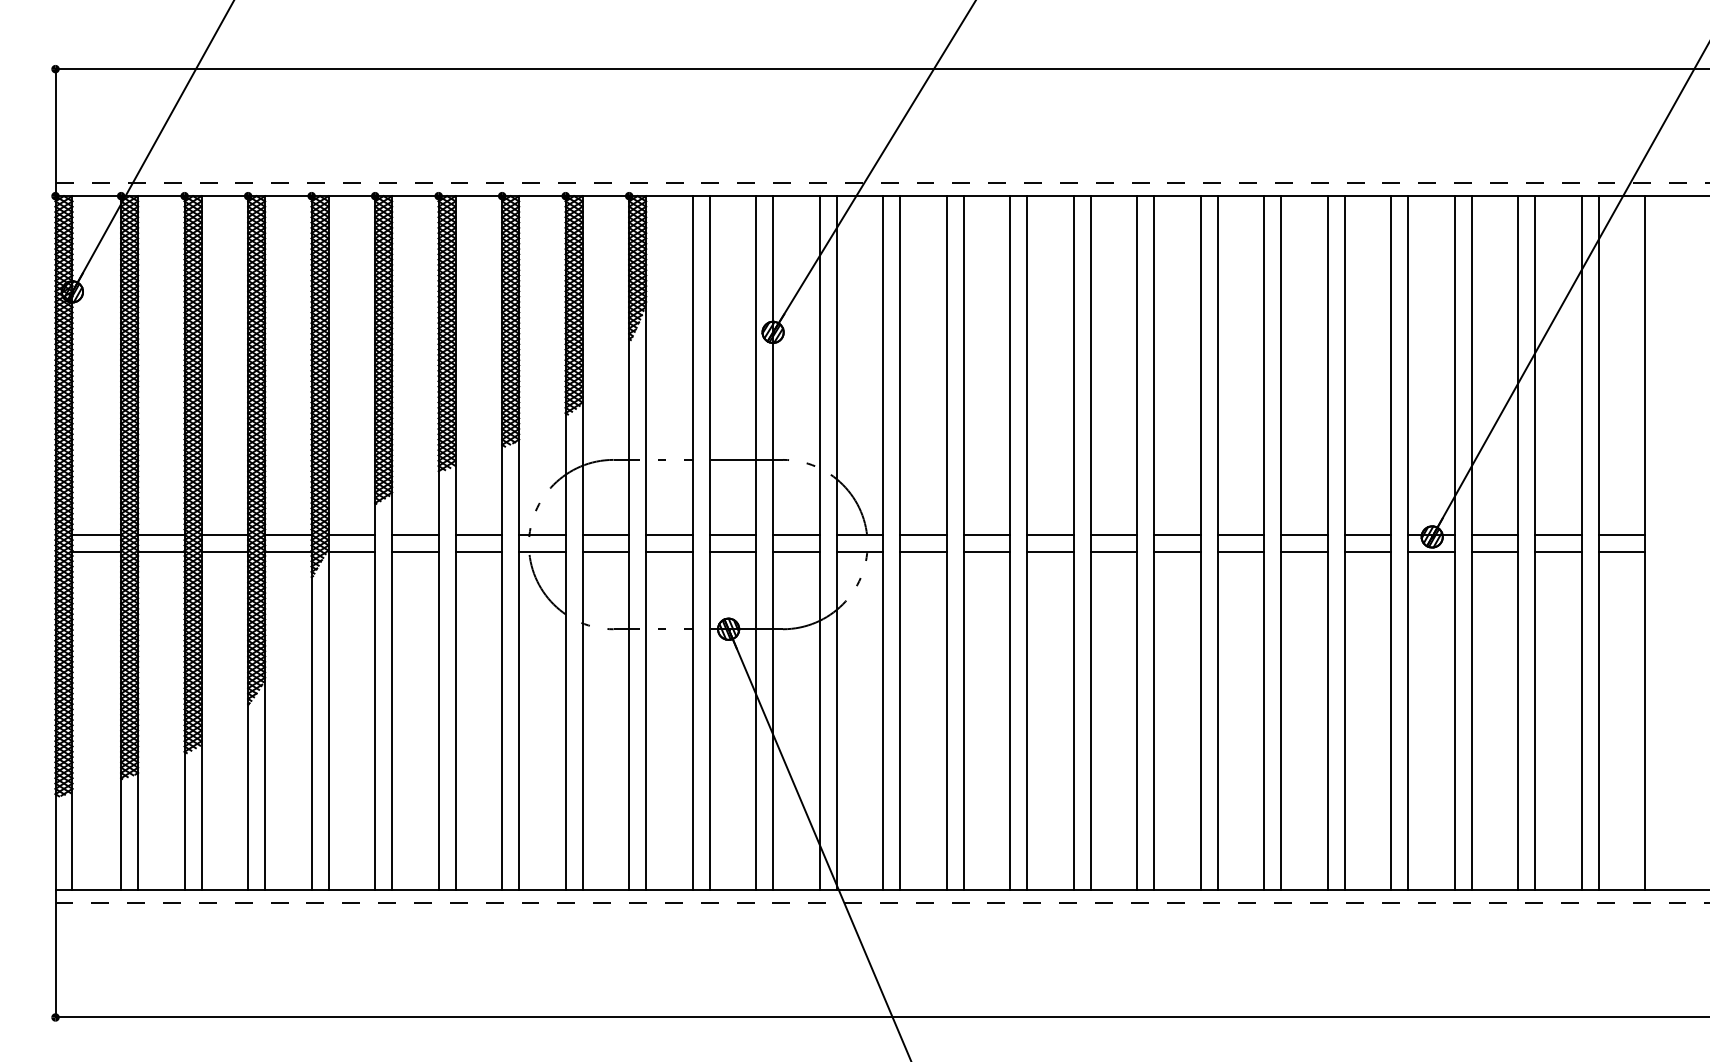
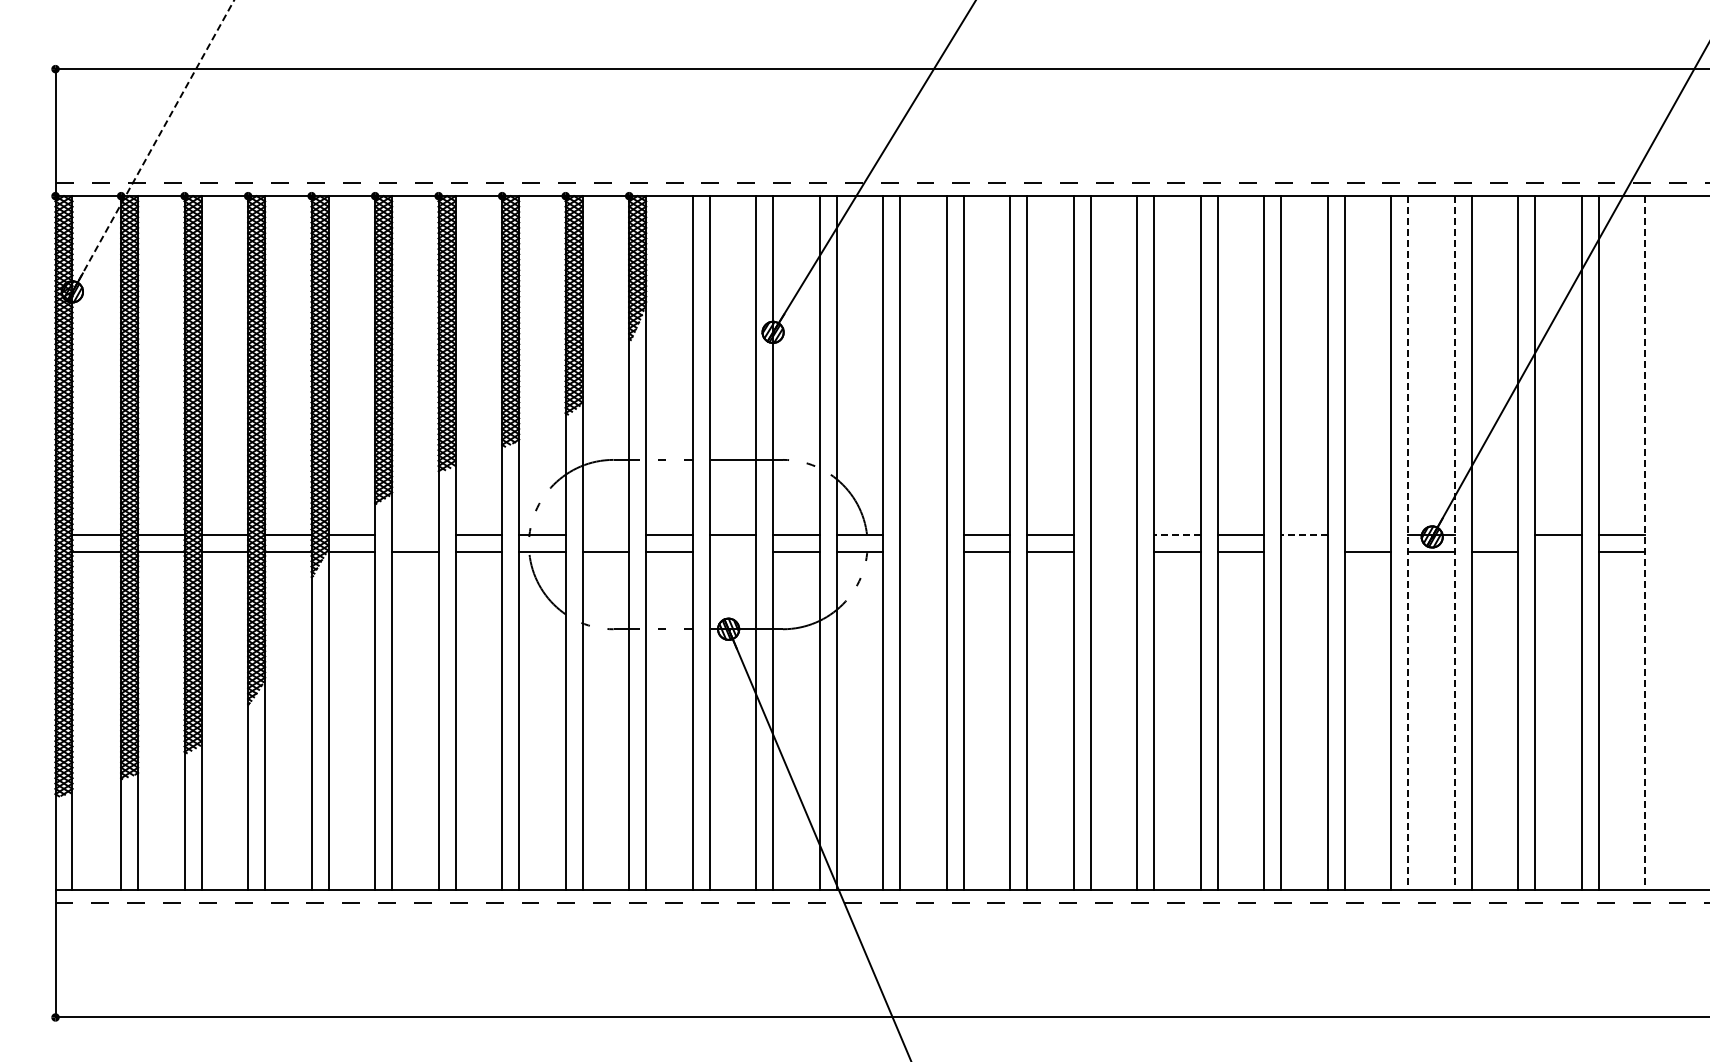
line at (154, 144): solid -> dashed
line at (415, 534): present -> none
line at (605, 534): present -> none
line at (923, 534): present -> none
line at (1113, 534): present -> none
line at (1176, 534): solid -> dashed
line at (1303, 534): solid -> dashed
line at (1367, 534): present -> none
line at (1494, 534): present -> none
line at (1408, 543): solid -> dashed
line at (1454, 543): solid -> dashed
line at (1645, 543): solid -> dashed
line at (732, 551): present -> none
line at (923, 551): present -> none
line at (1113, 551): present -> none
line at (1304, 551): present -> none
line at (1558, 551): present -> none
